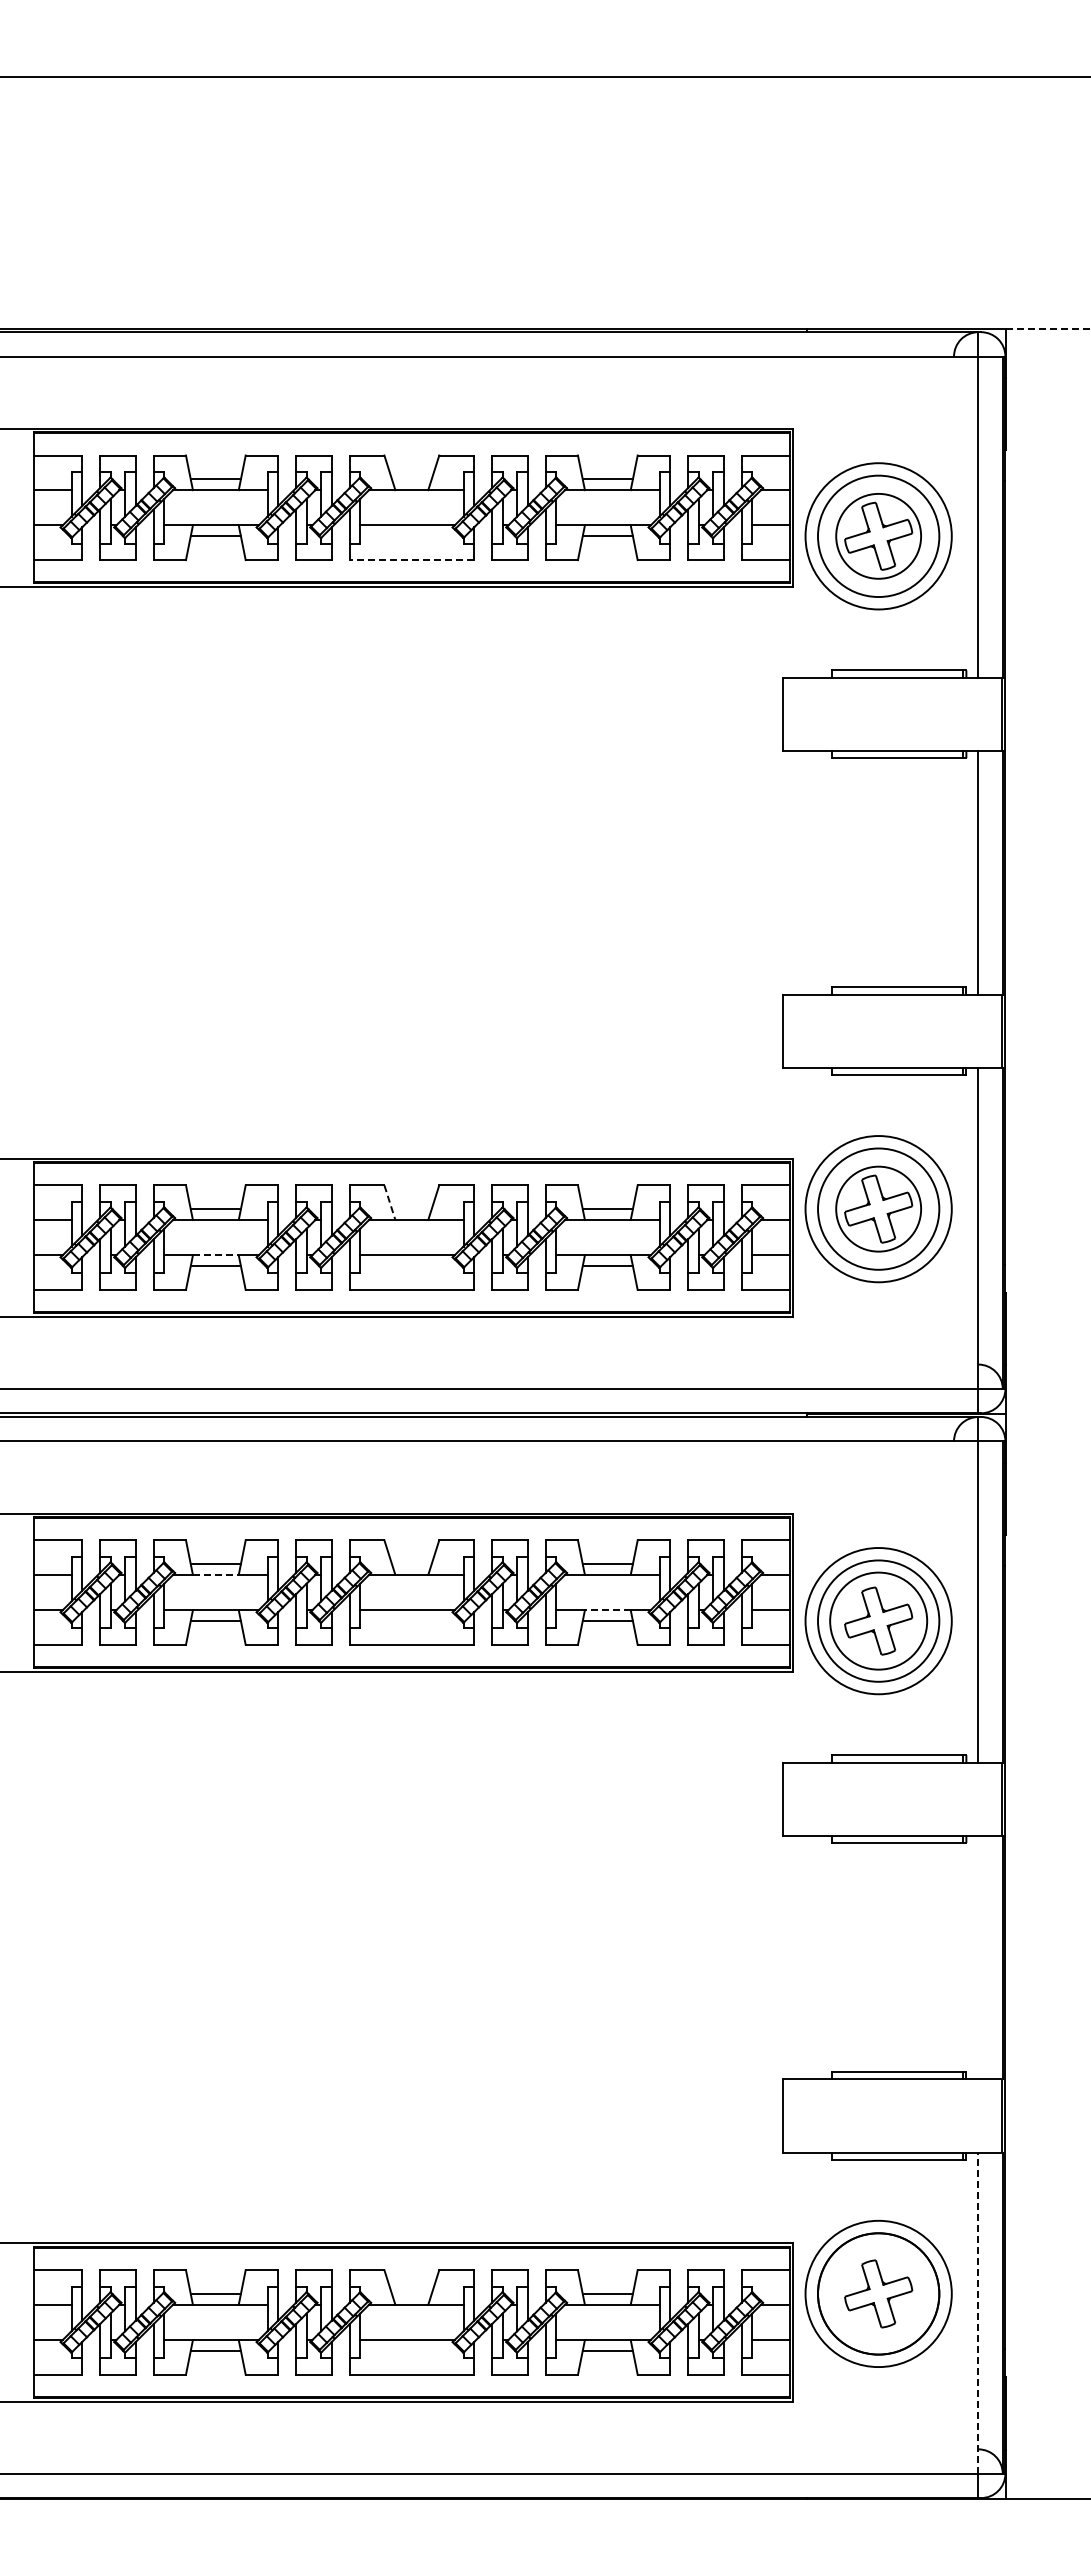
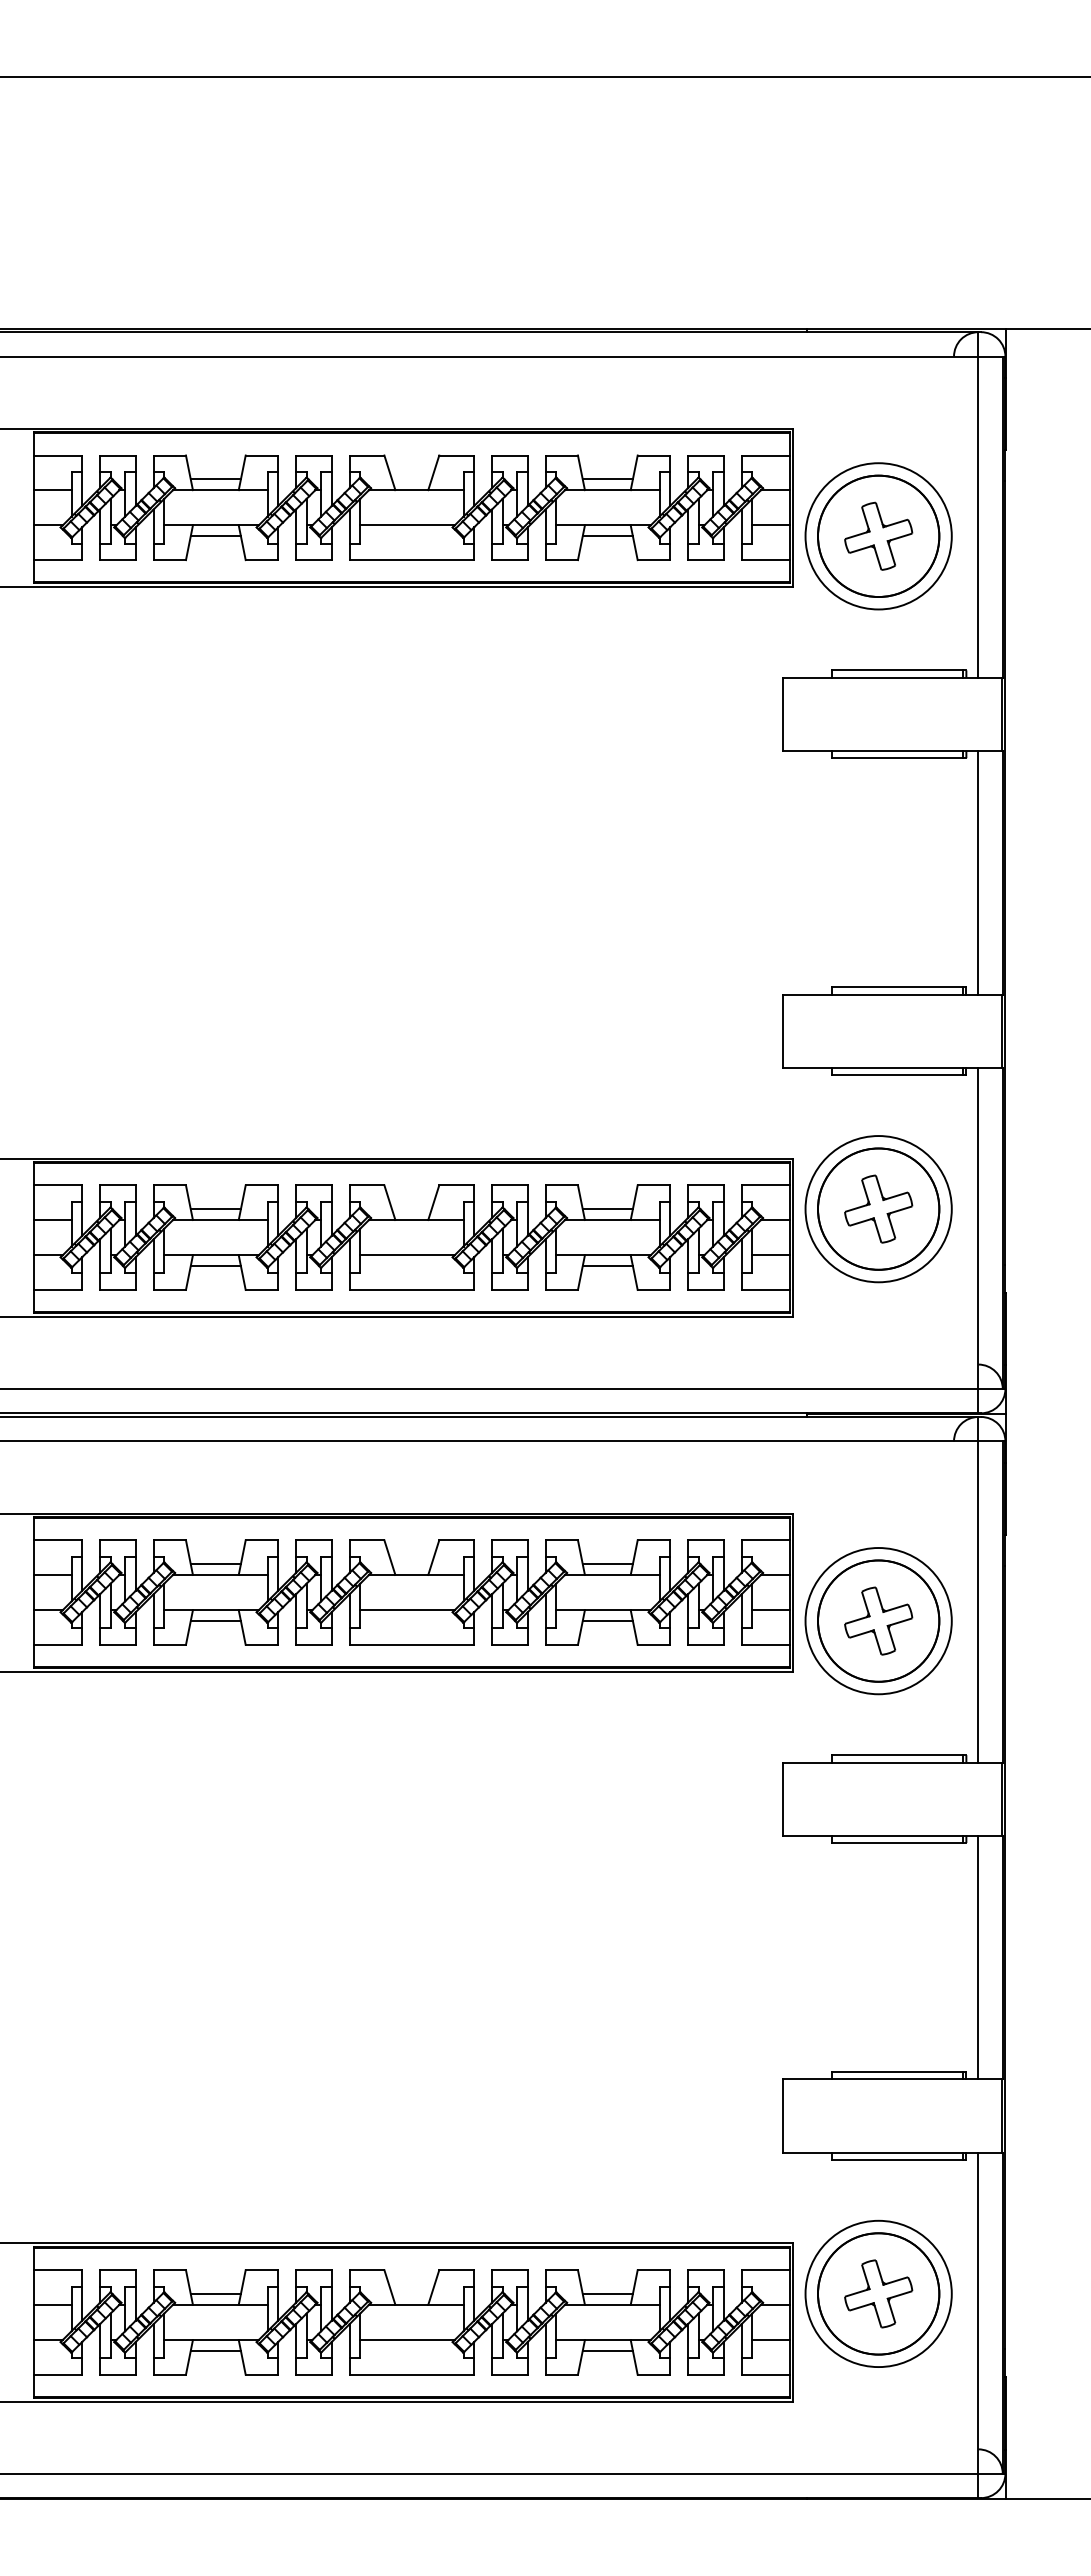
line at (1048, 329): dashed -> solid
circle at (878, 535) diameter: 85 px -> 121 px
line at (411, 560): dashed -> solid
line at (390, 1203): dashed -> solid
circle at (878, 1208) diameter: 85 px -> 121 px
line at (215, 1255): dashed -> solid
line at (215, 1574): dashed -> solid
line at (607, 1610): dashed -> solid
circle at (878, 1620) diameter: 97 px -> 121 px
line at (978, 1957): none -> present
line at (978, 2313): dashed -> solid
